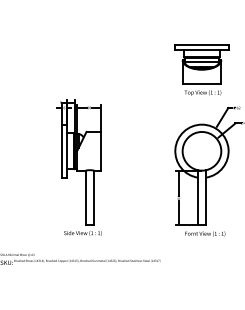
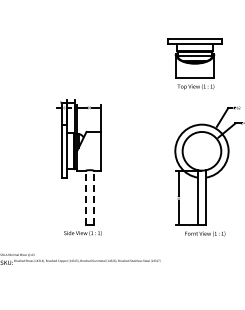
part at (201, 69) position: (201, 69) -> (194, 63)
line at (85, 197): solid -> dashed
line at (94, 197): solid -> dashed
